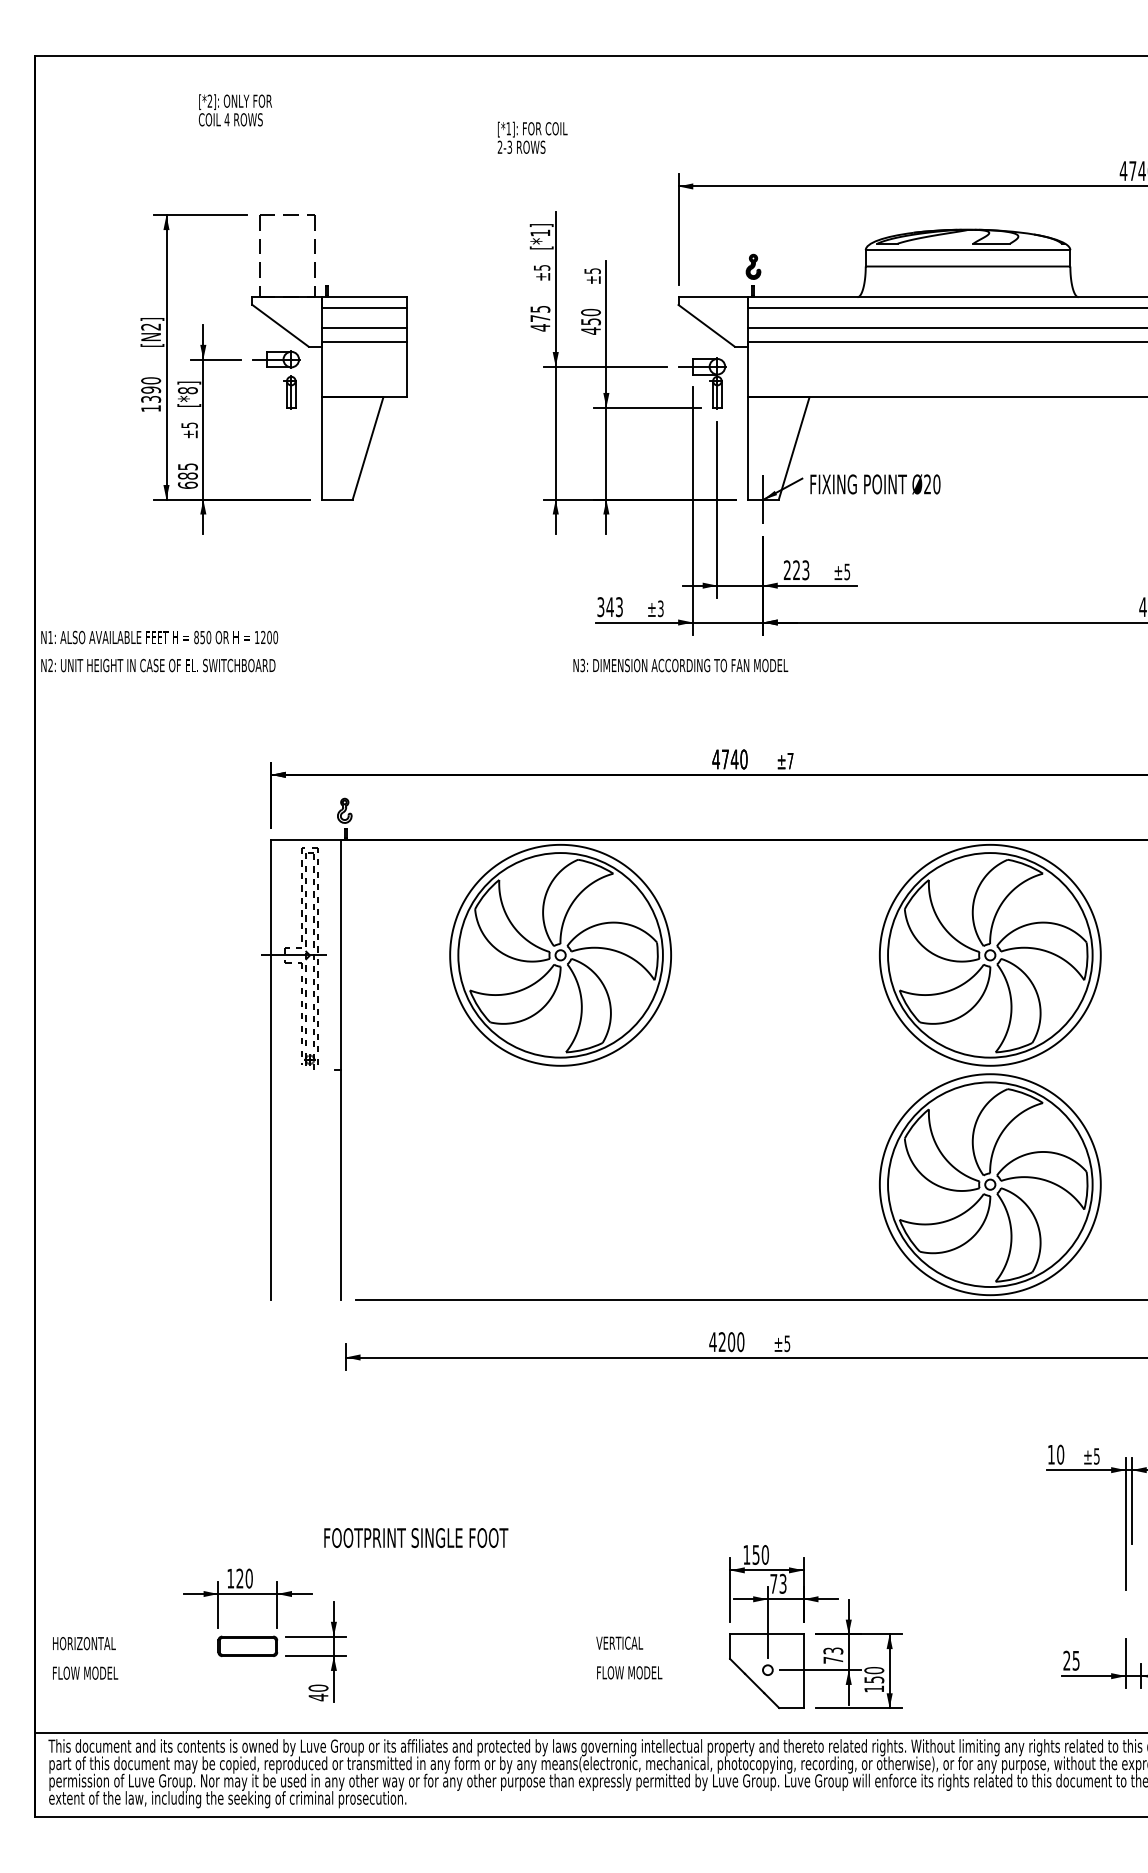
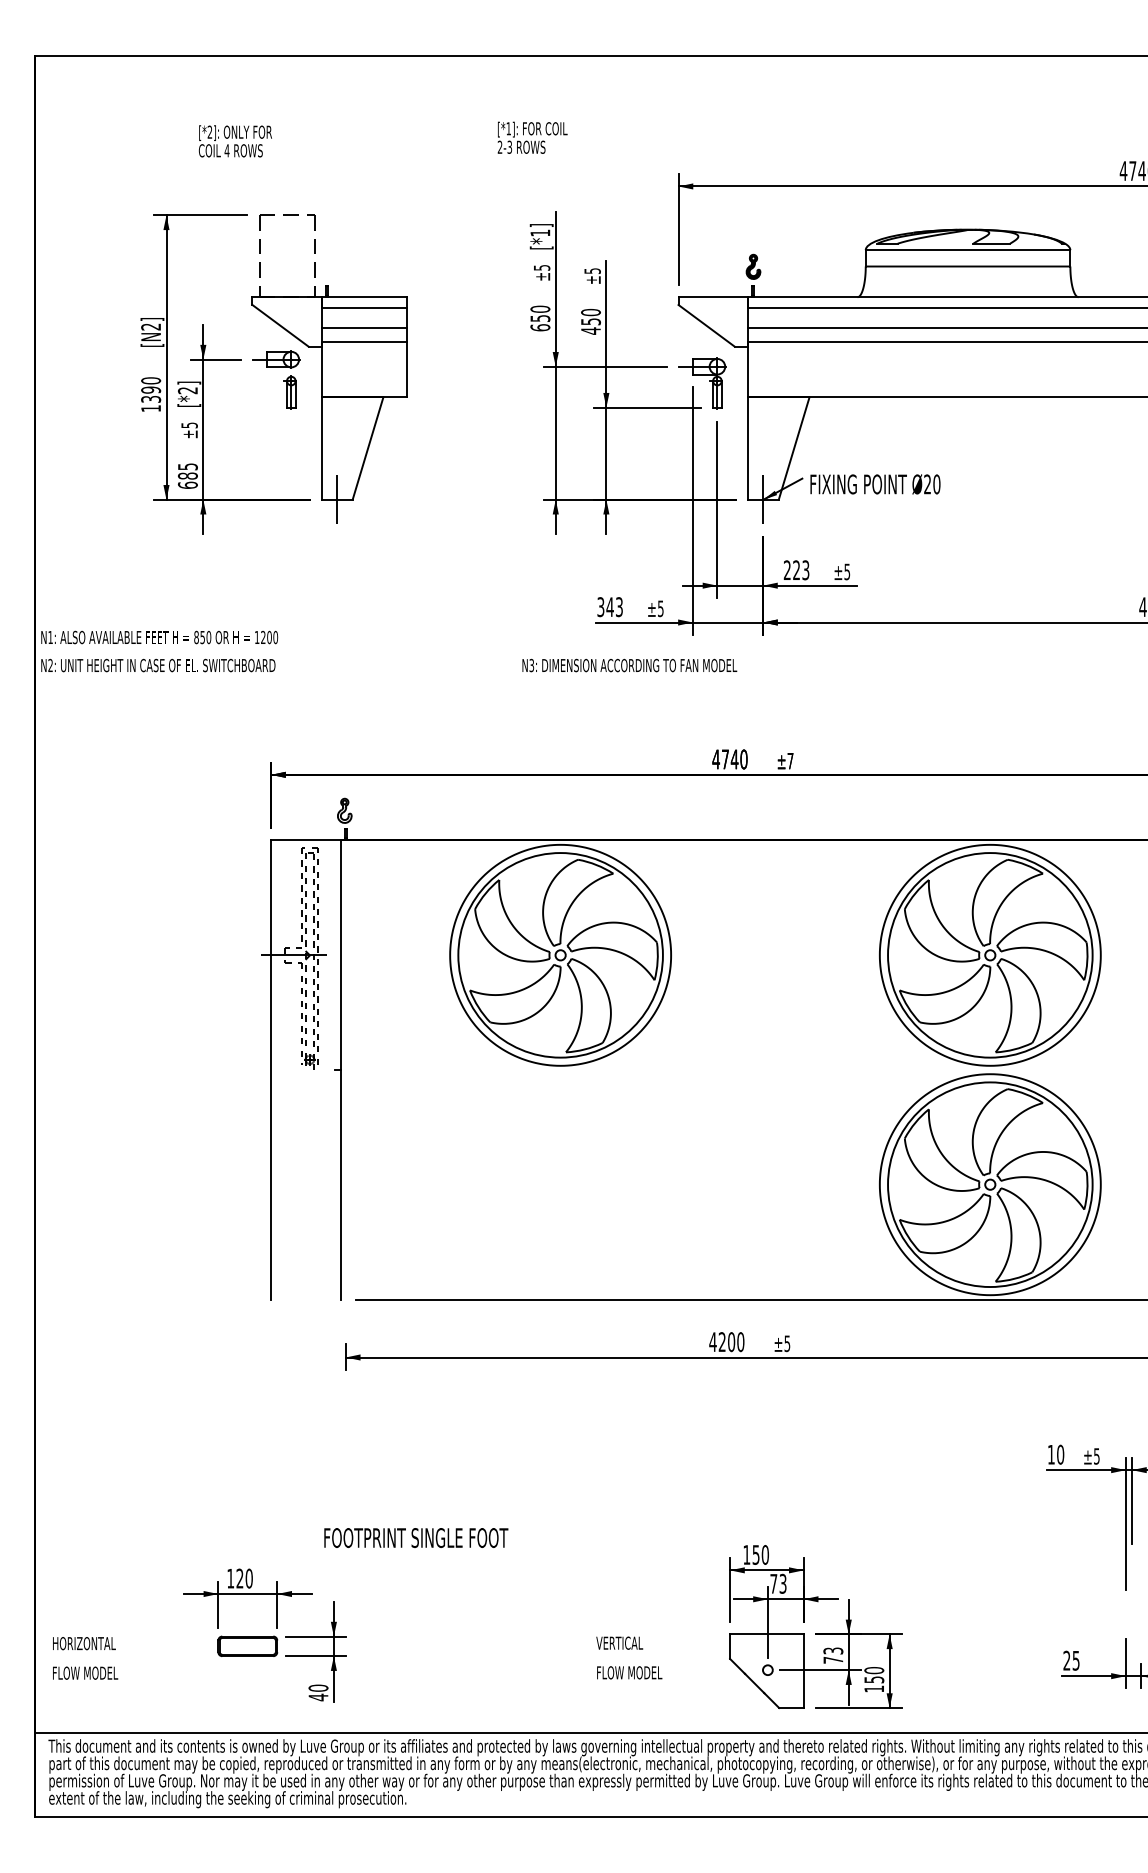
text at (234, 110) position: (234, 110) -> (234, 141)
text at (540, 318): 475 -> 650
text at (187, 390): [*8] -> [*2]
line at (336, 499): none -> present
text at (660, 608): ±3 -> ±5
text at (680, 665) position: (680, 665) -> (629, 665)
